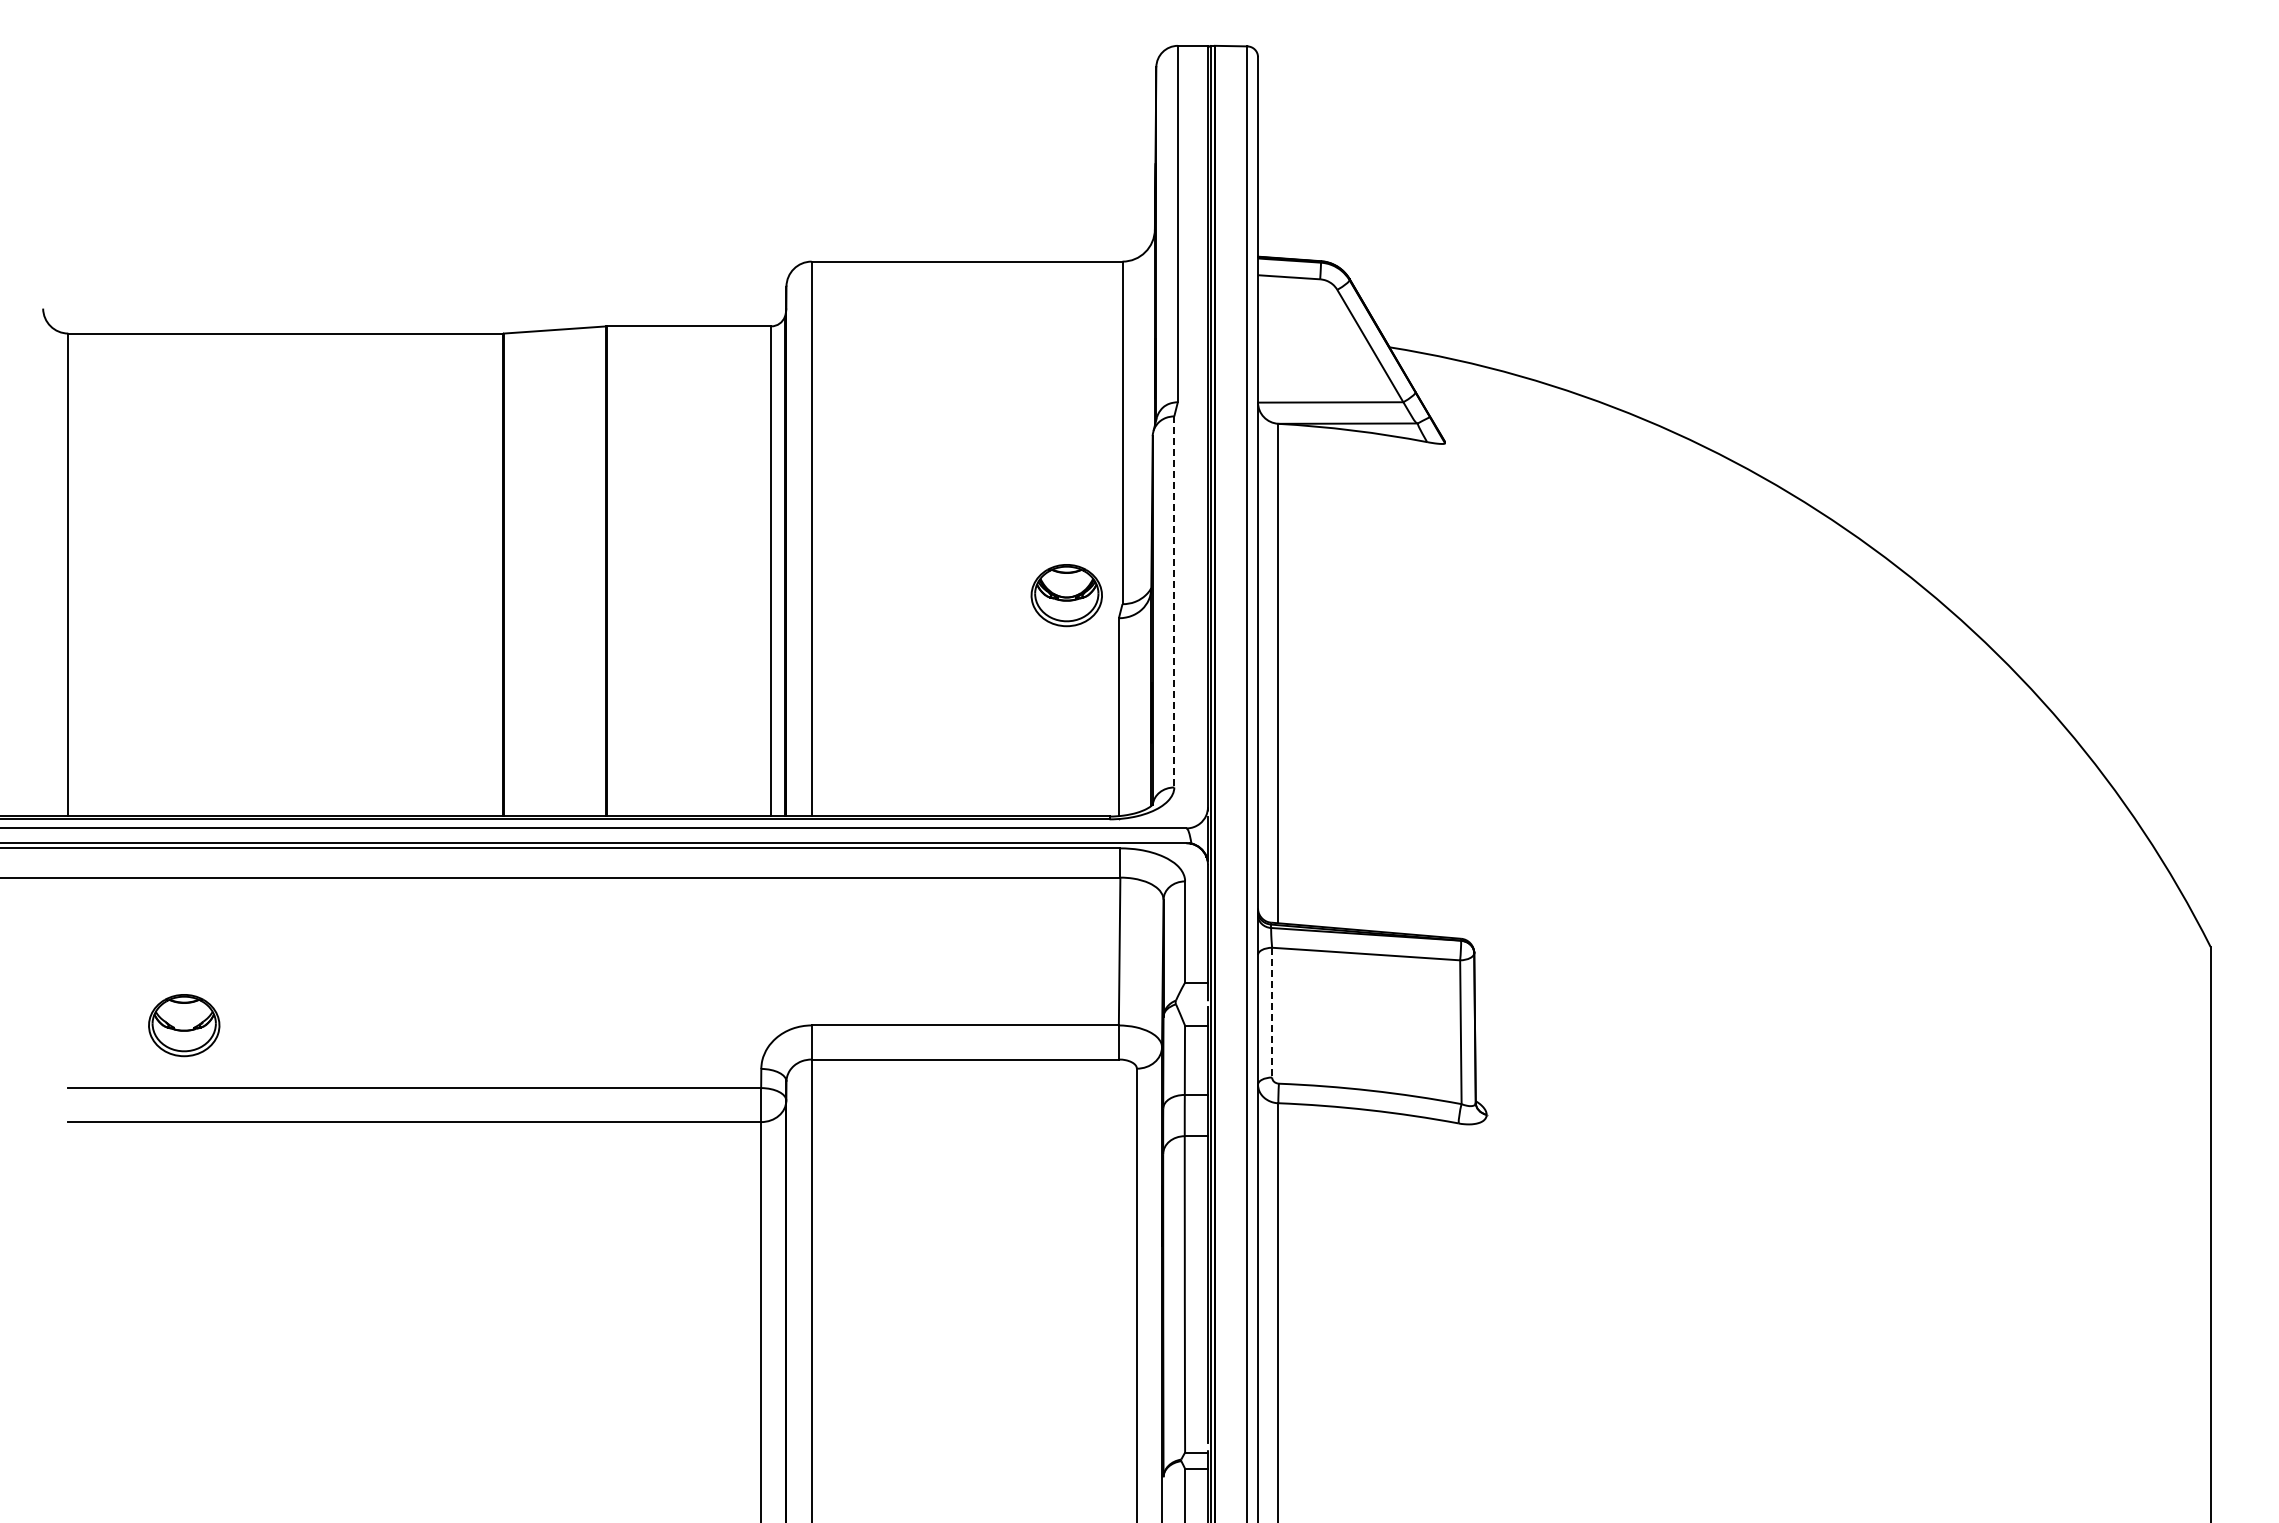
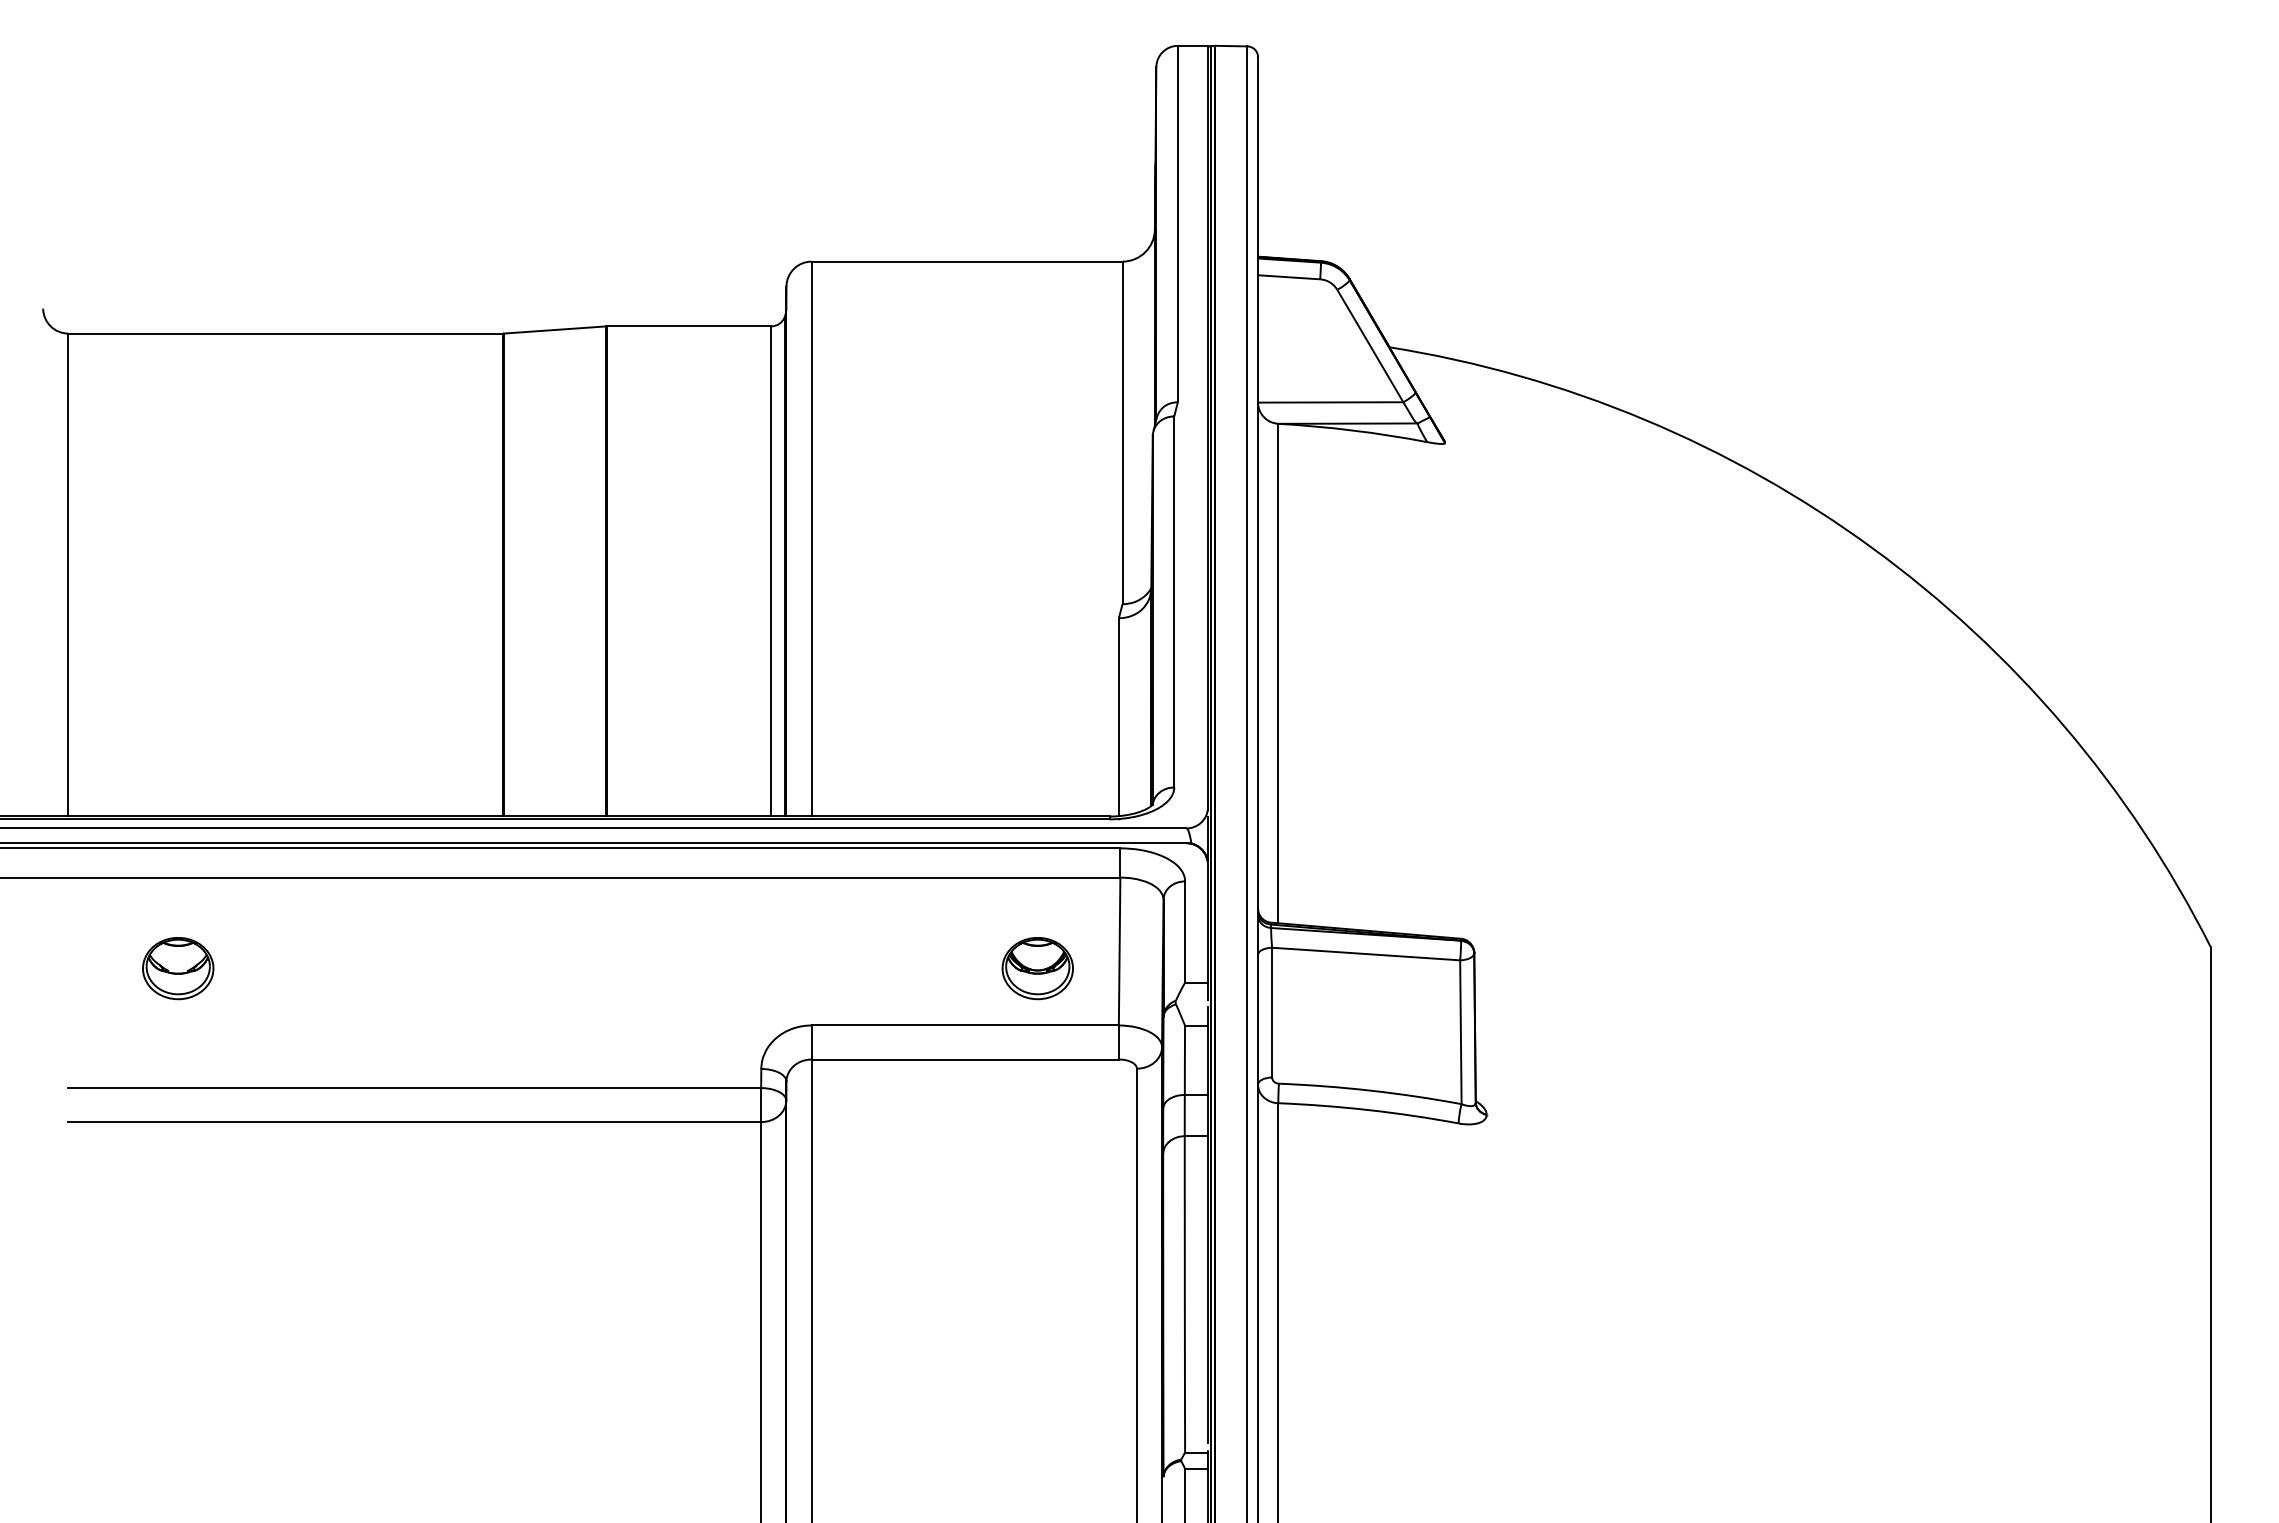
part at (1066, 595) position: (1066, 595) -> (1037, 968)
line at (1174, 601): dashed -> solid
line at (1272, 1012): dashed -> solid
part at (184, 1025) position: (184, 1025) -> (178, 968)
